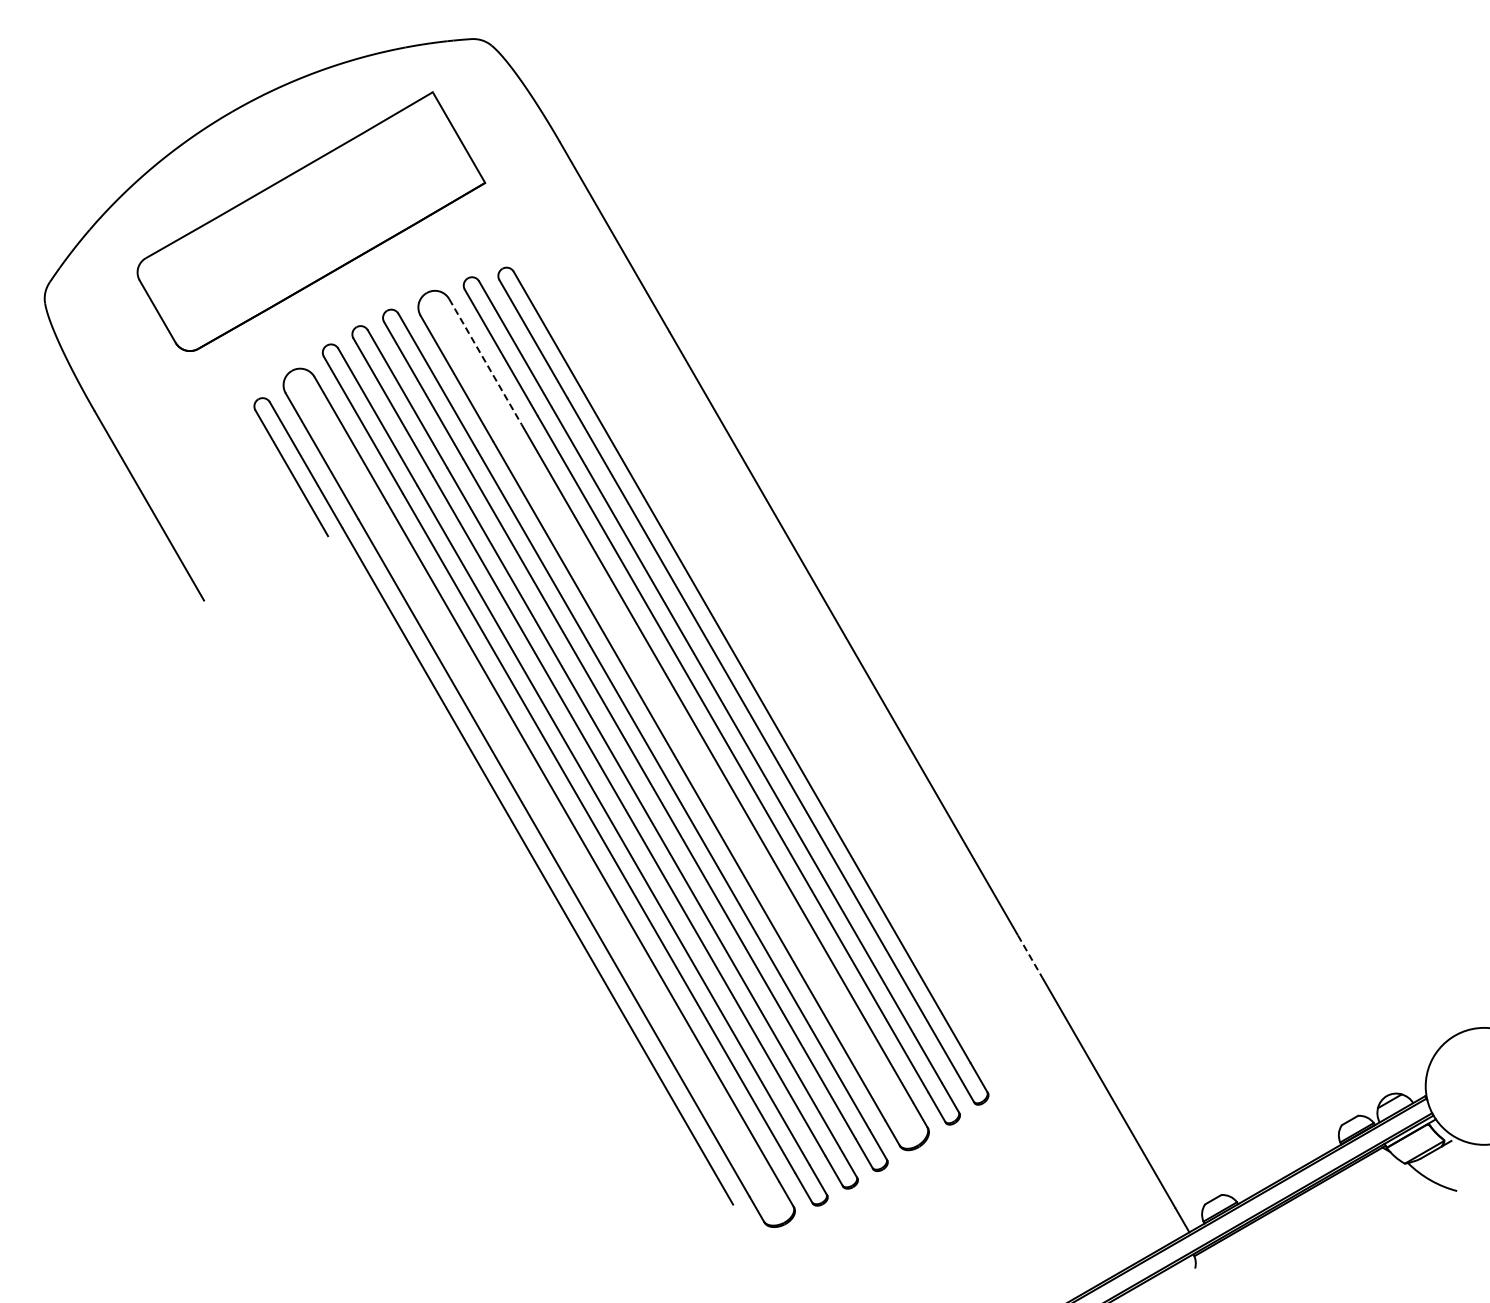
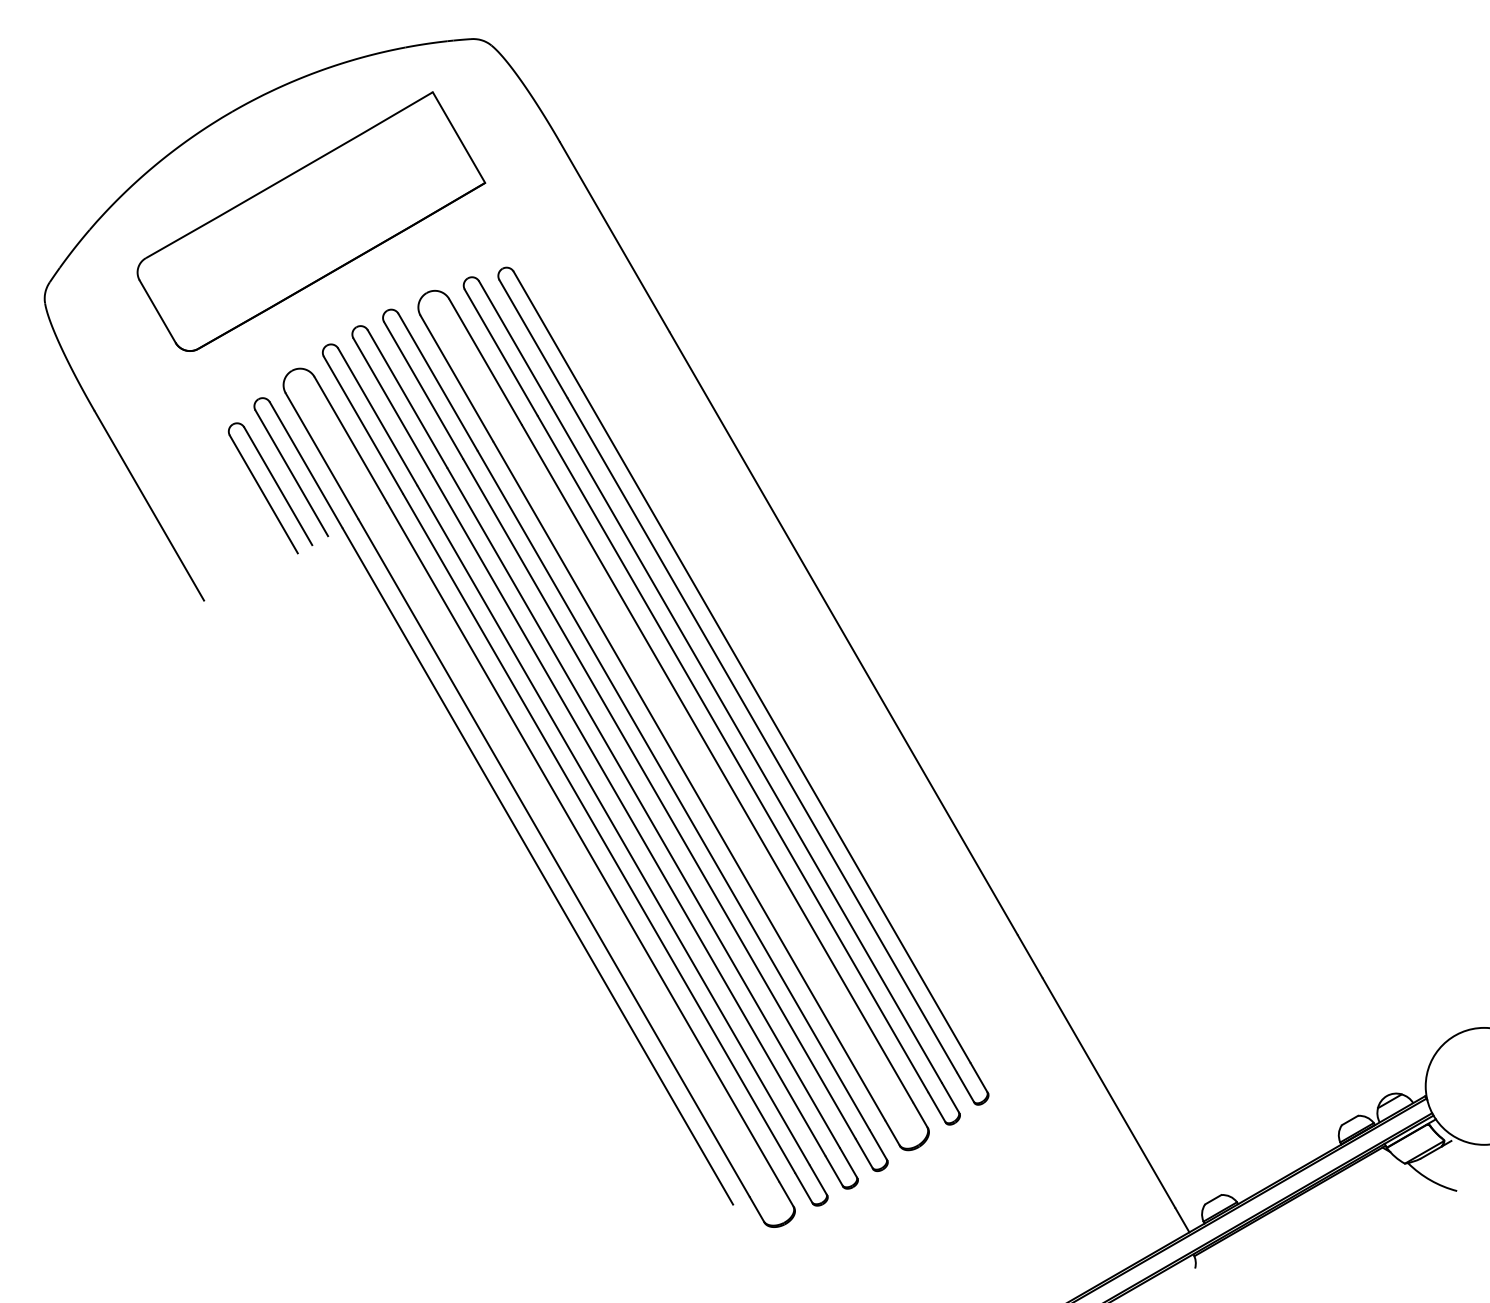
line at (485, 362): dashed -> solid
part at (276, 485): none -> present
line at (1030, 957): dashed -> solid
